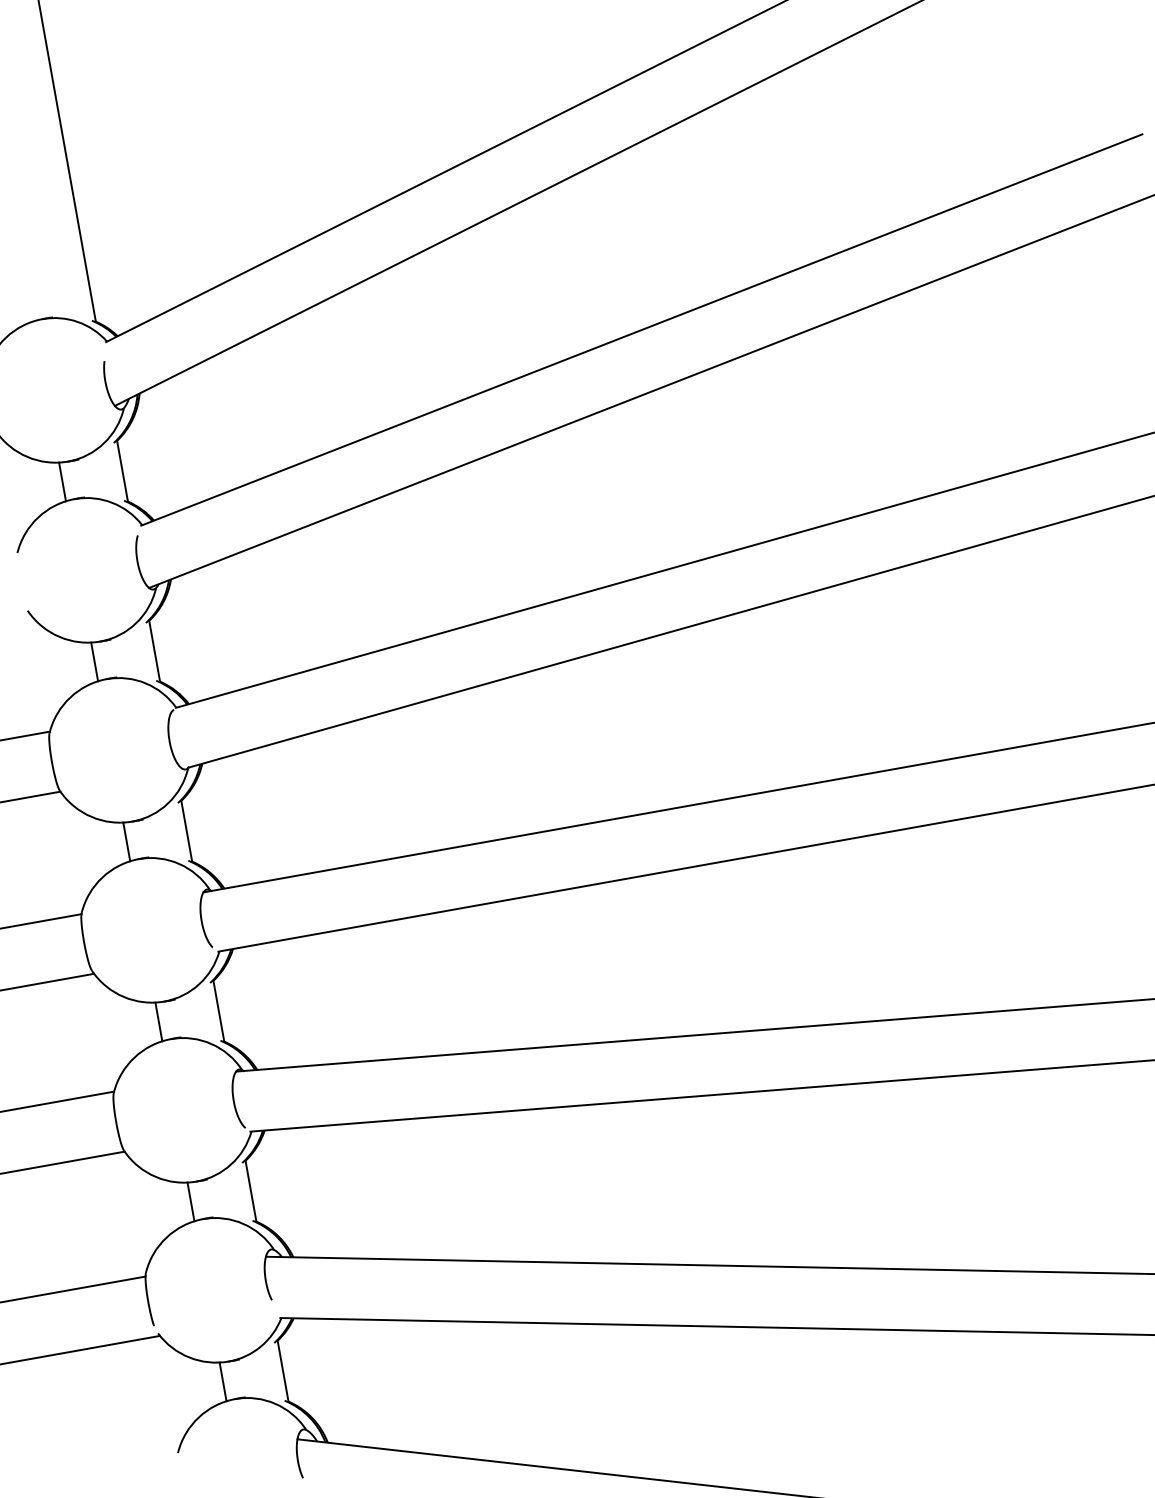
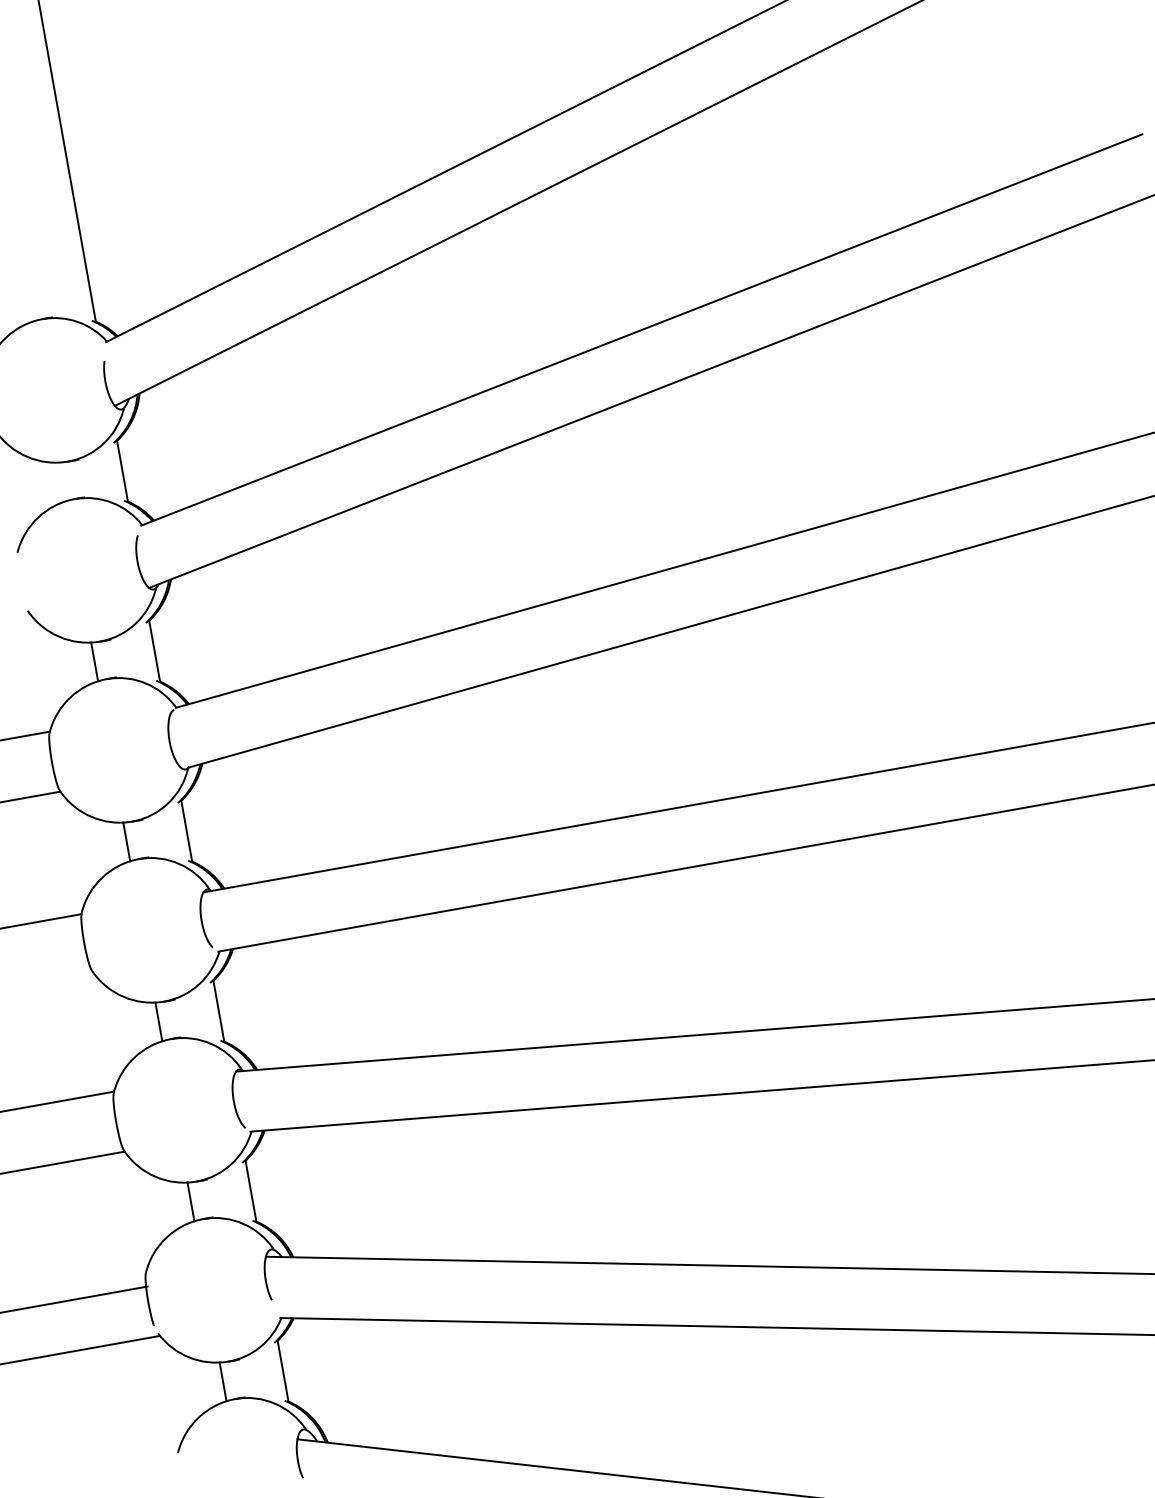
line at (62, 481): present -> none
line at (48, 981): present -> none
line at (73, 1289) position: (73, 1289) -> (74, 1299)
